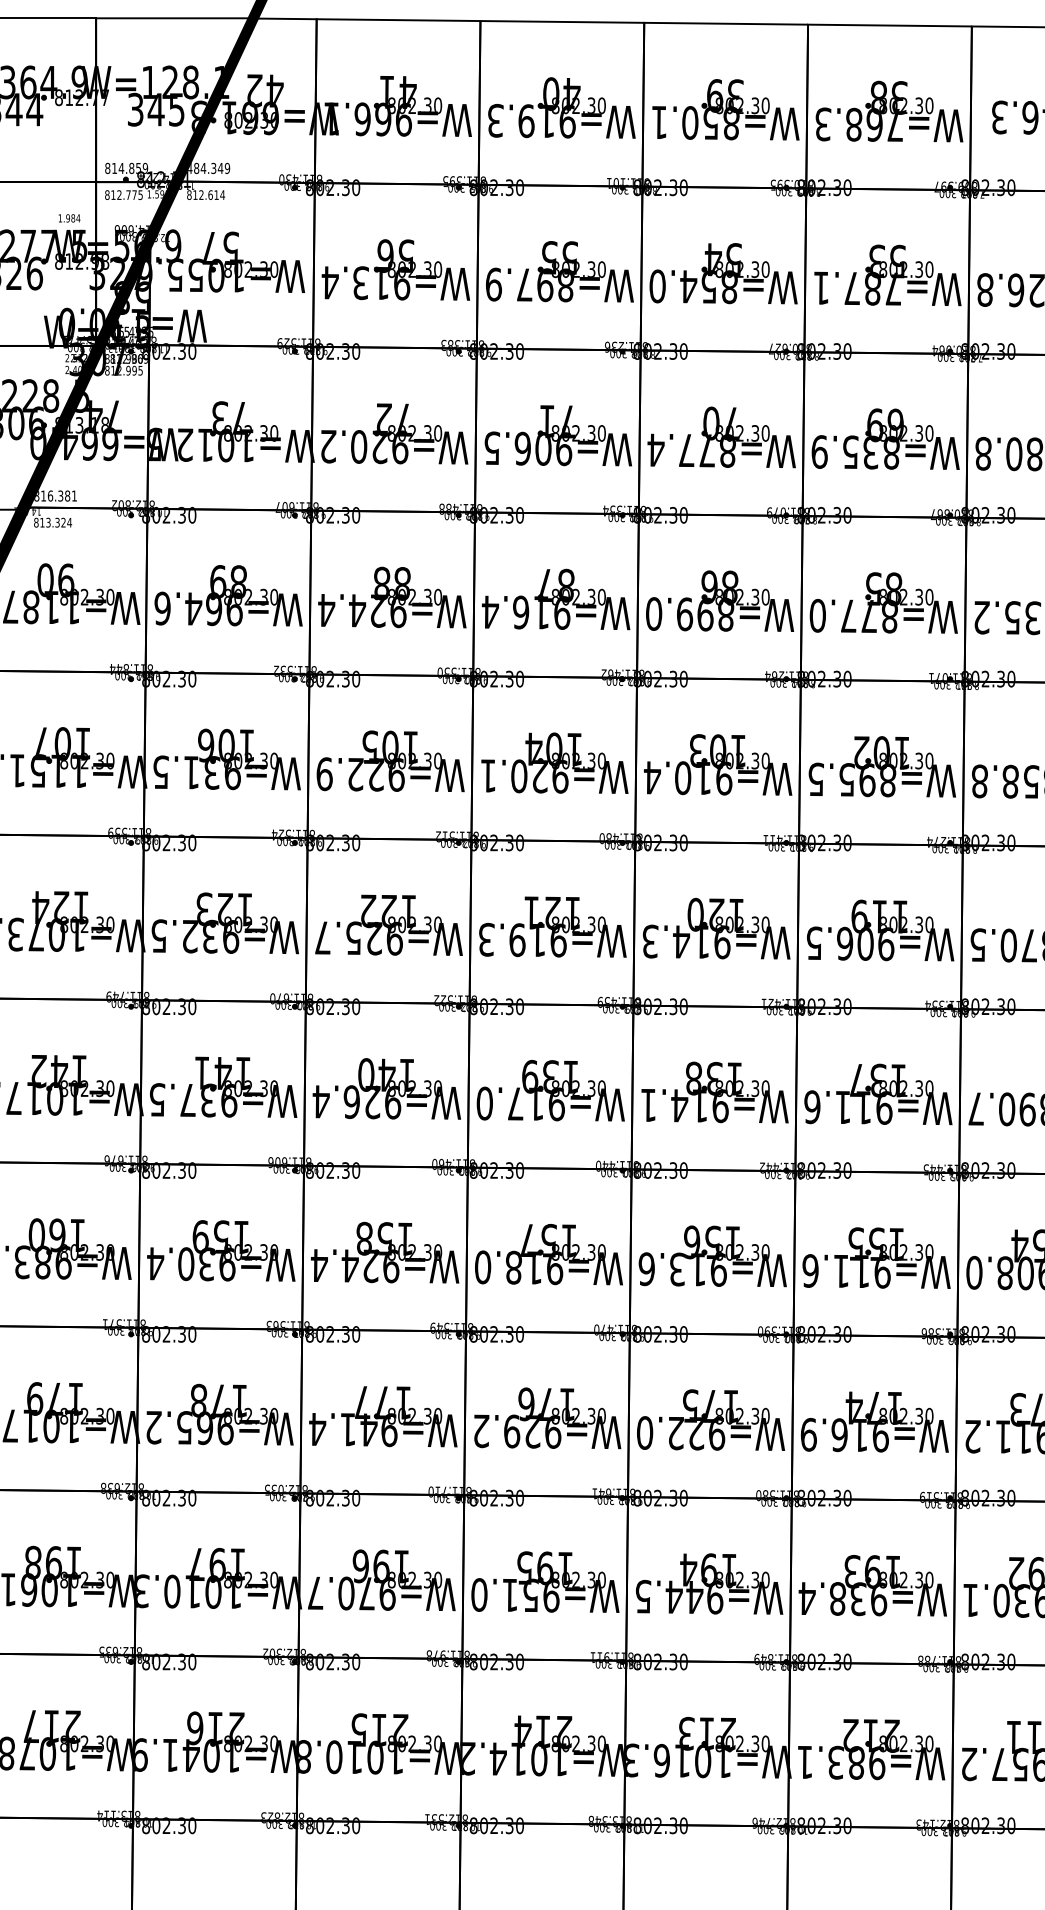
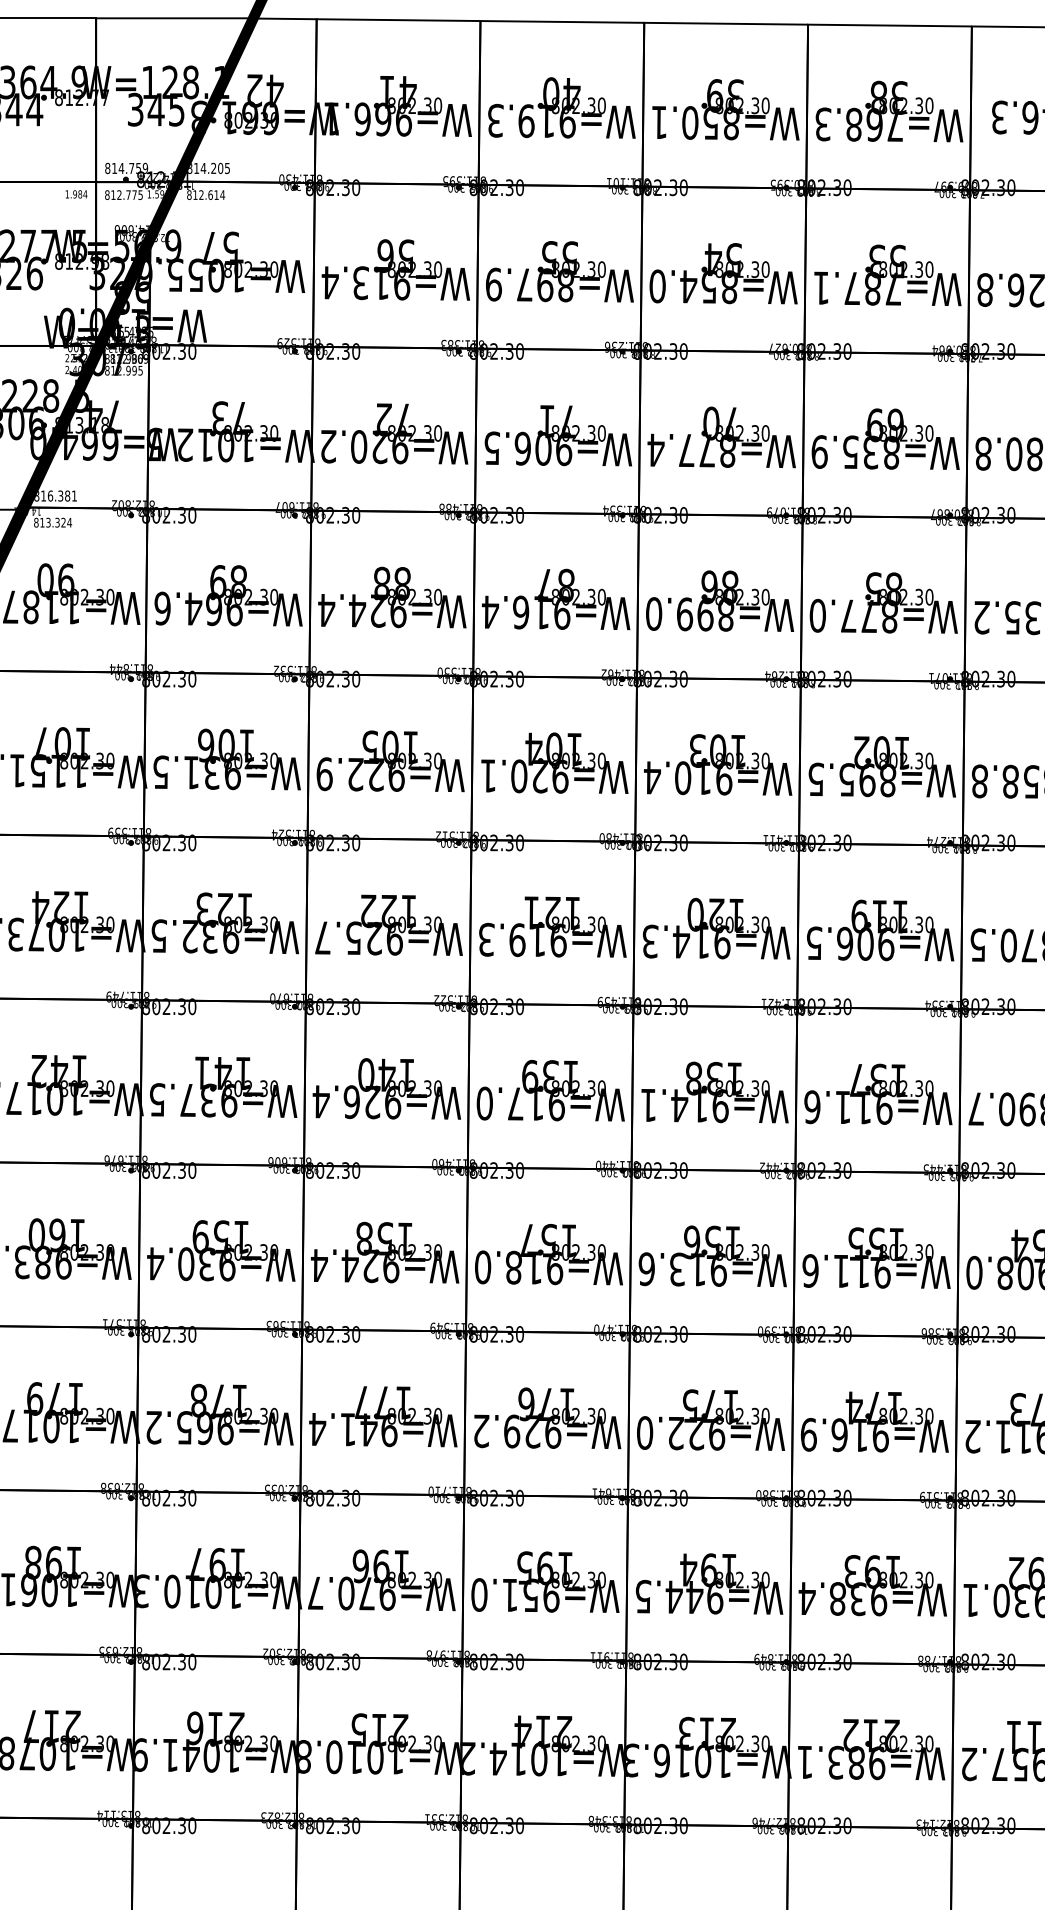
text at (131, 168): 814.859 -> 814.759
text at (209, 168): 484.349 -> 814.205
text at (69, 218) position: (69, 218) -> (76, 194)
